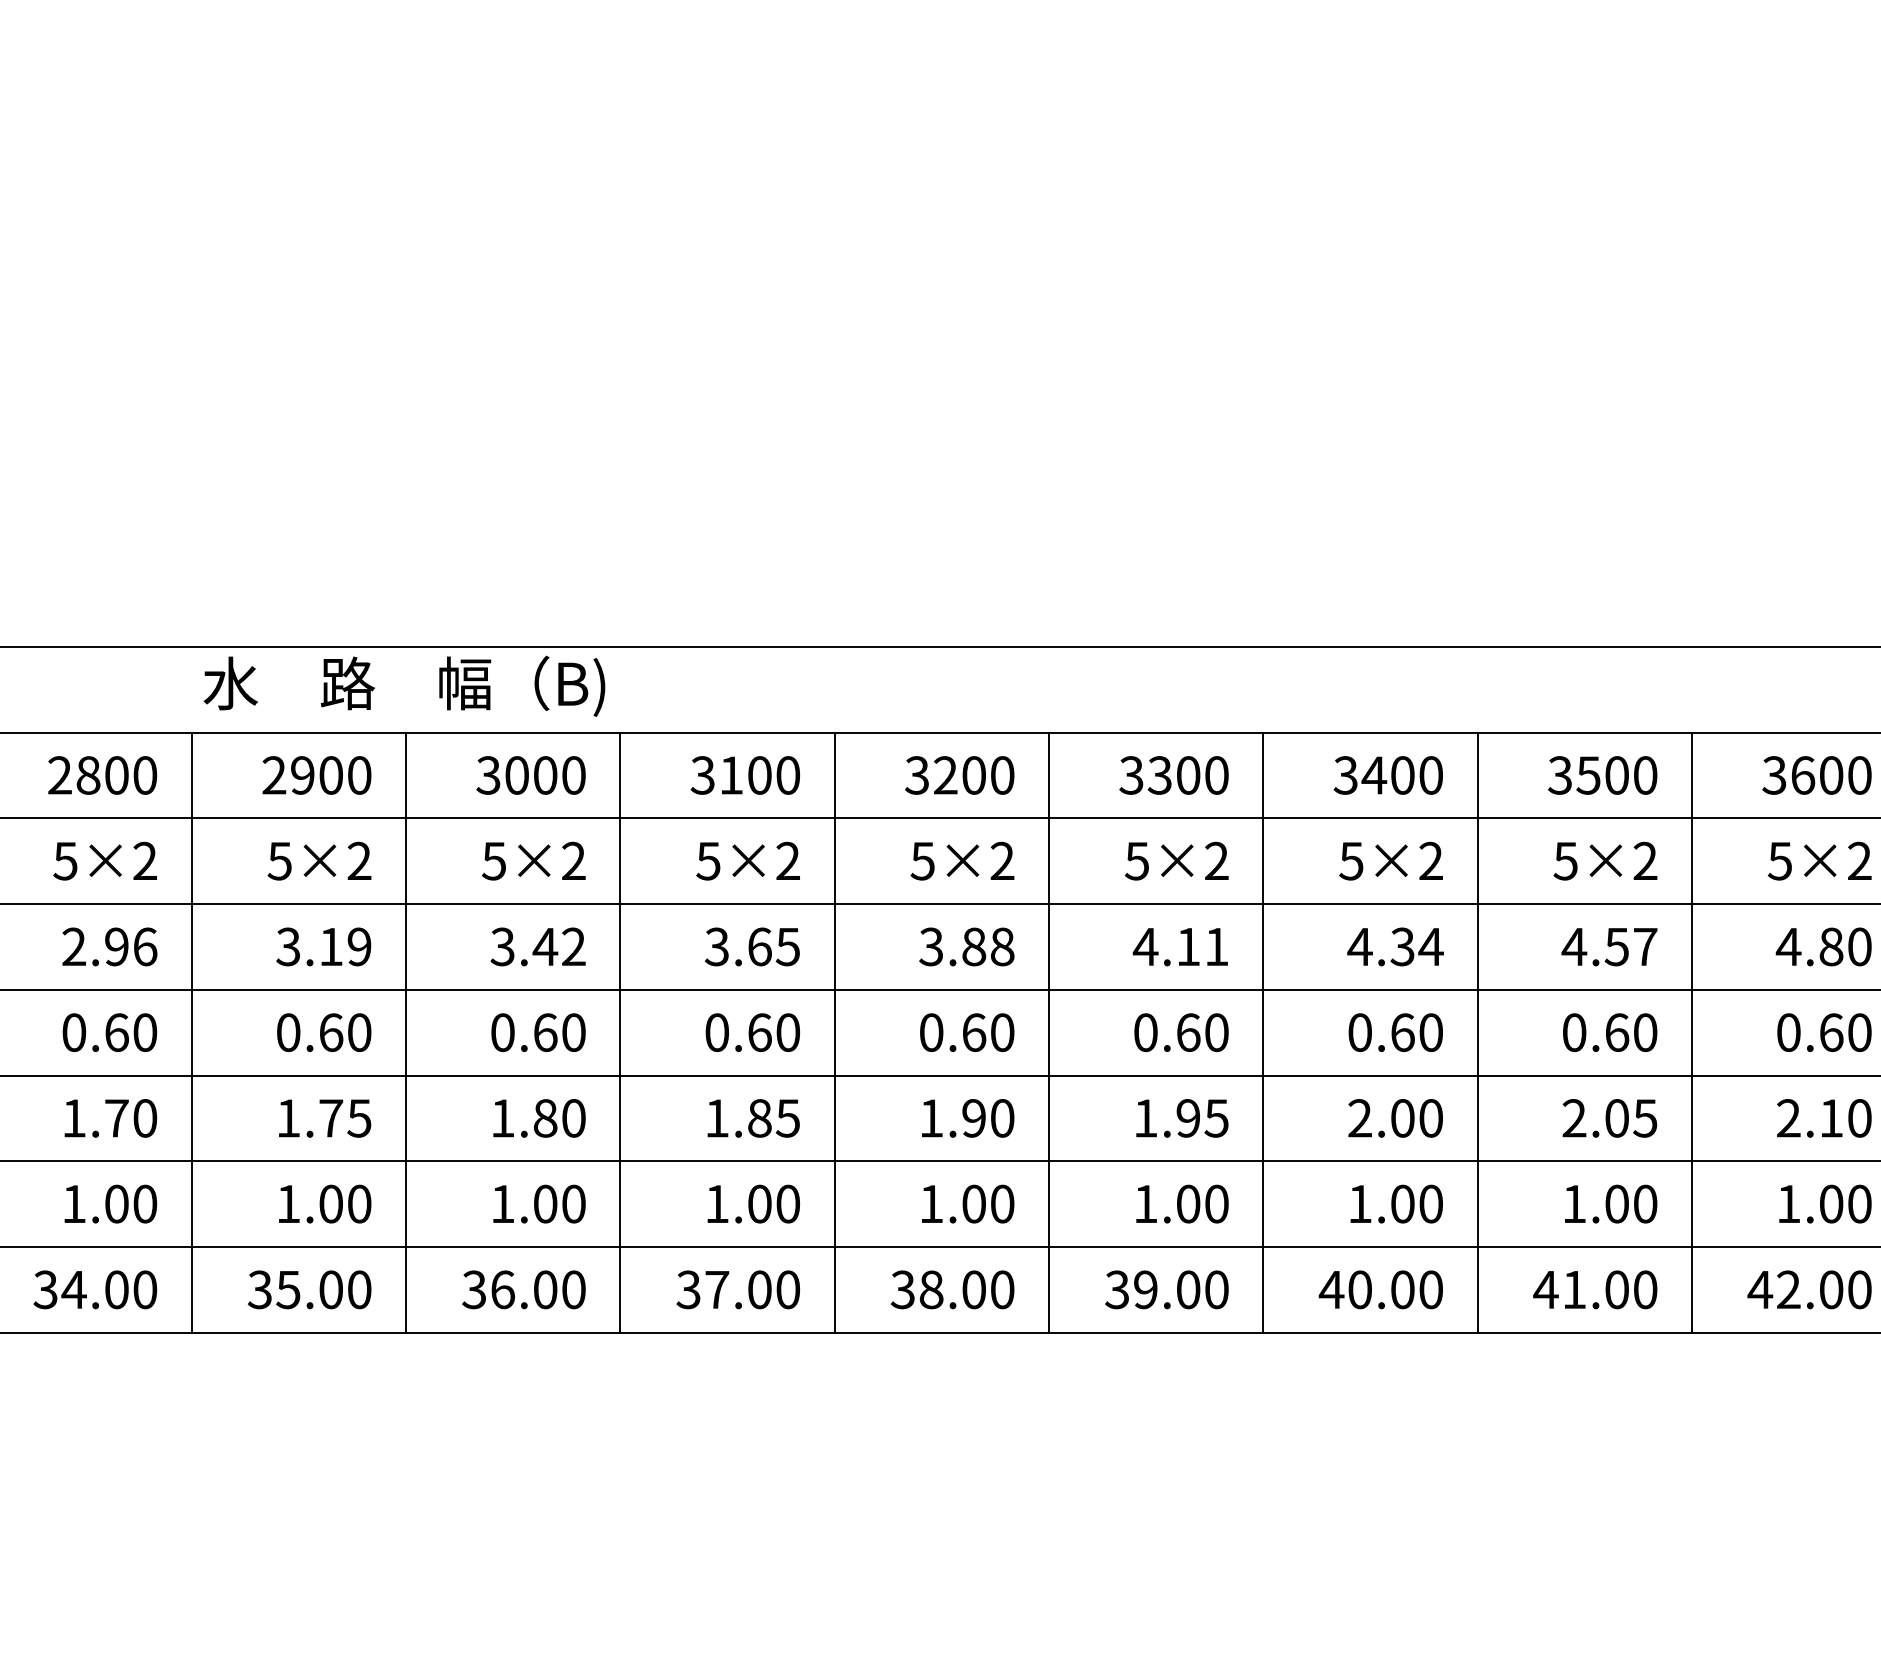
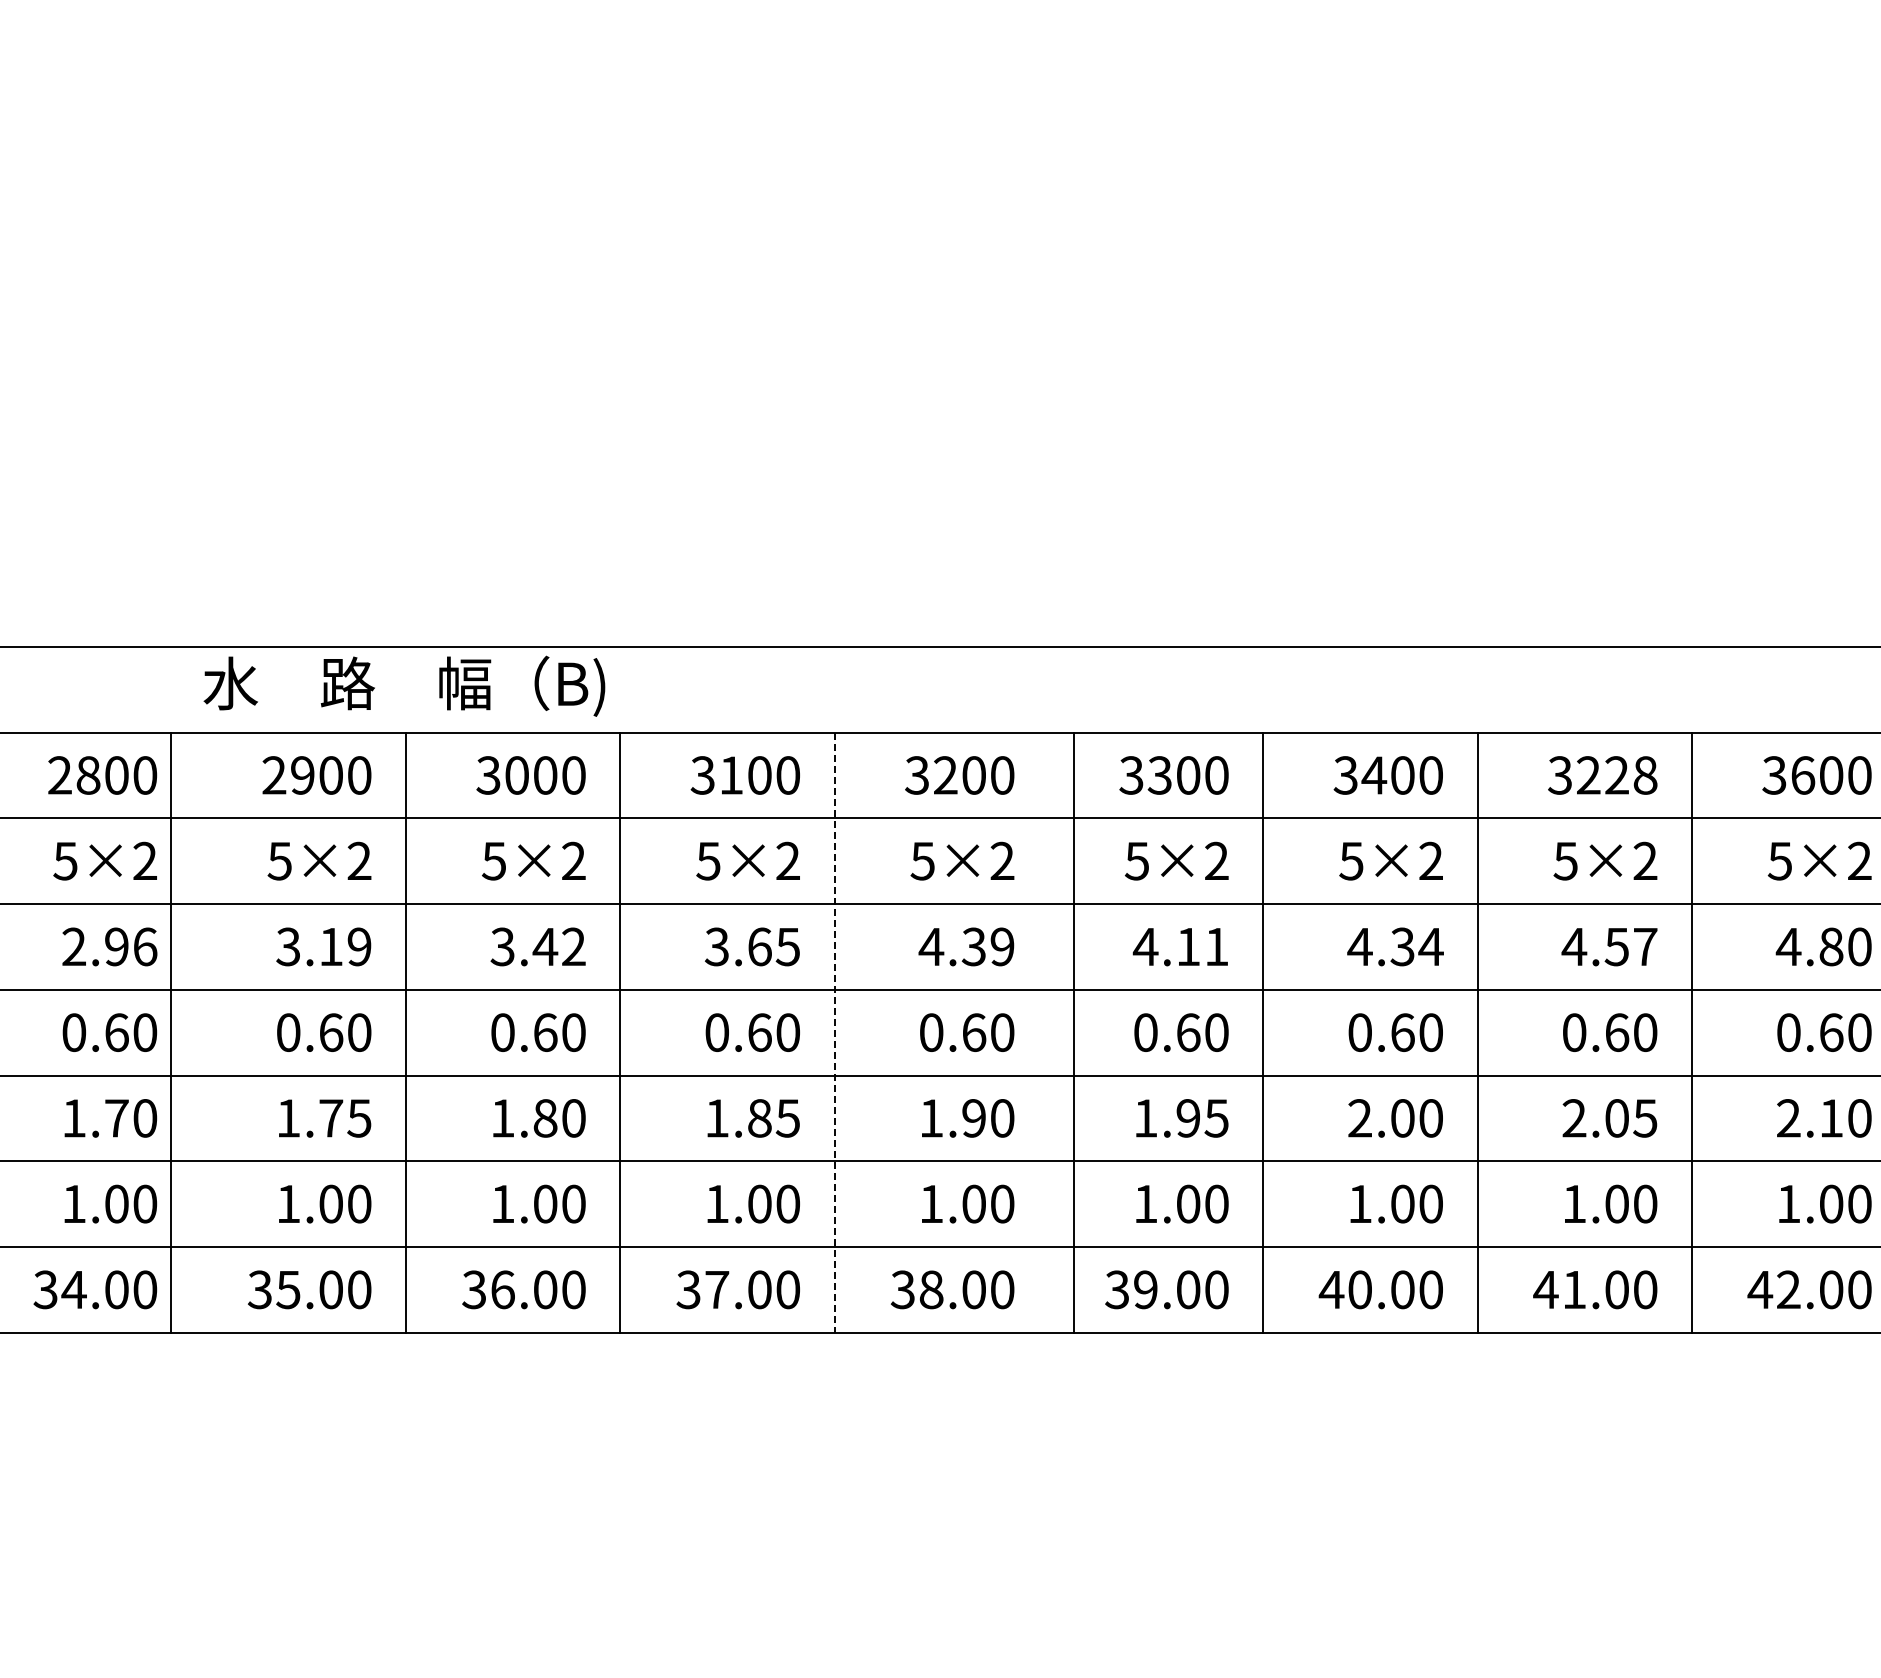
text at (1616, 775): 3500 -> 3228
text at (966, 946): 3.88 -> 4.39
line at (191, 1032) position: (191, 1032) -> (170, 1032)
line at (1049, 1032) position: (1049, 1032) -> (1074, 1032)
line at (834, 1033): solid -> dashed
